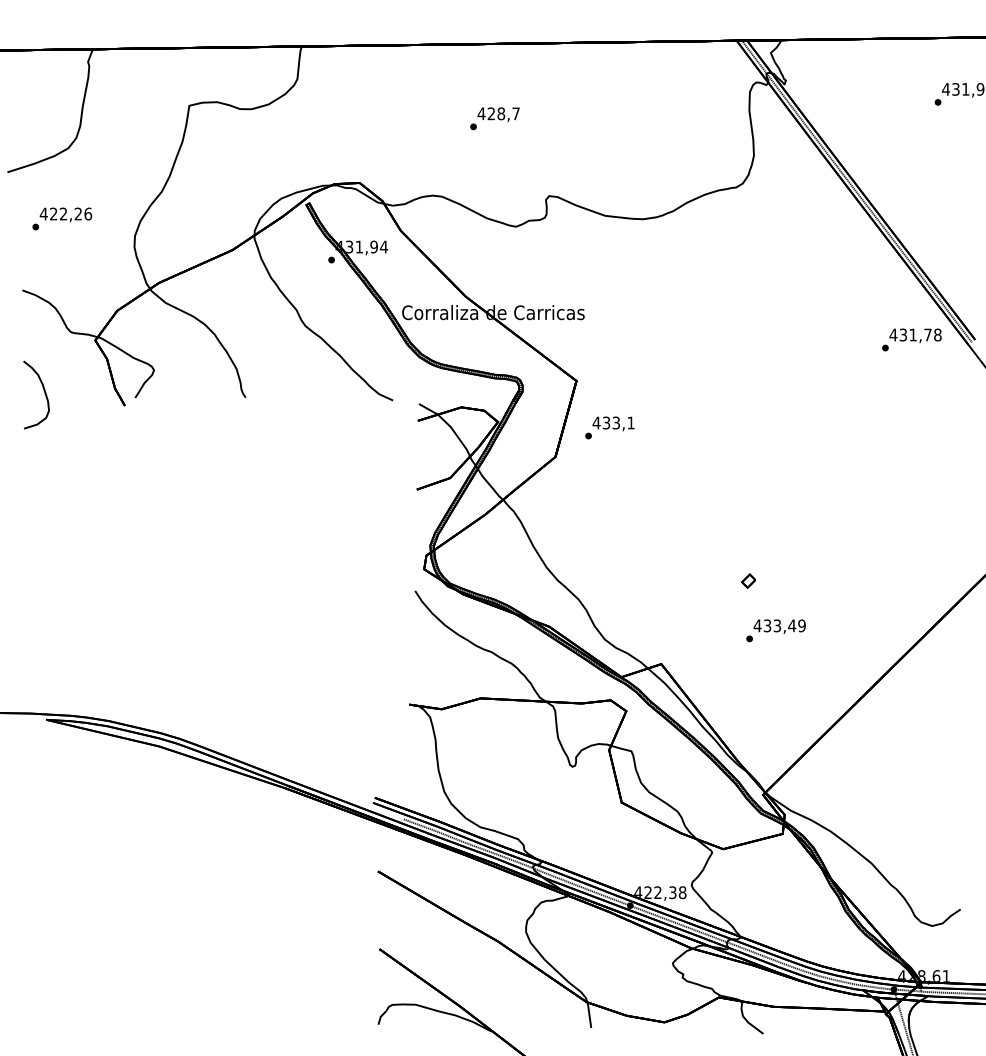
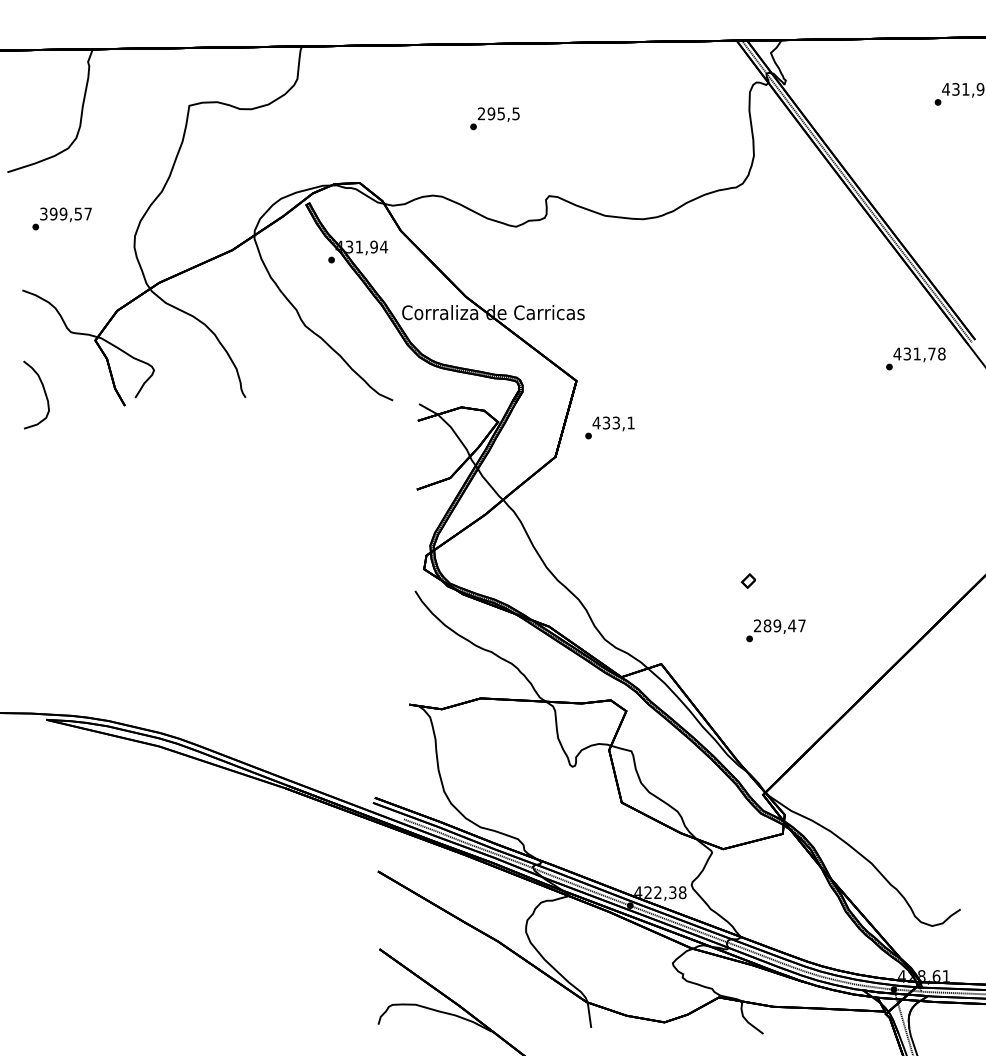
text at (498, 113): 428,7 -> 295,5
text at (65, 213): 422,26 -> 399,57
text at (911, 339) position: (911, 339) -> (915, 358)
text at (779, 625): 433,49 -> 289,47
